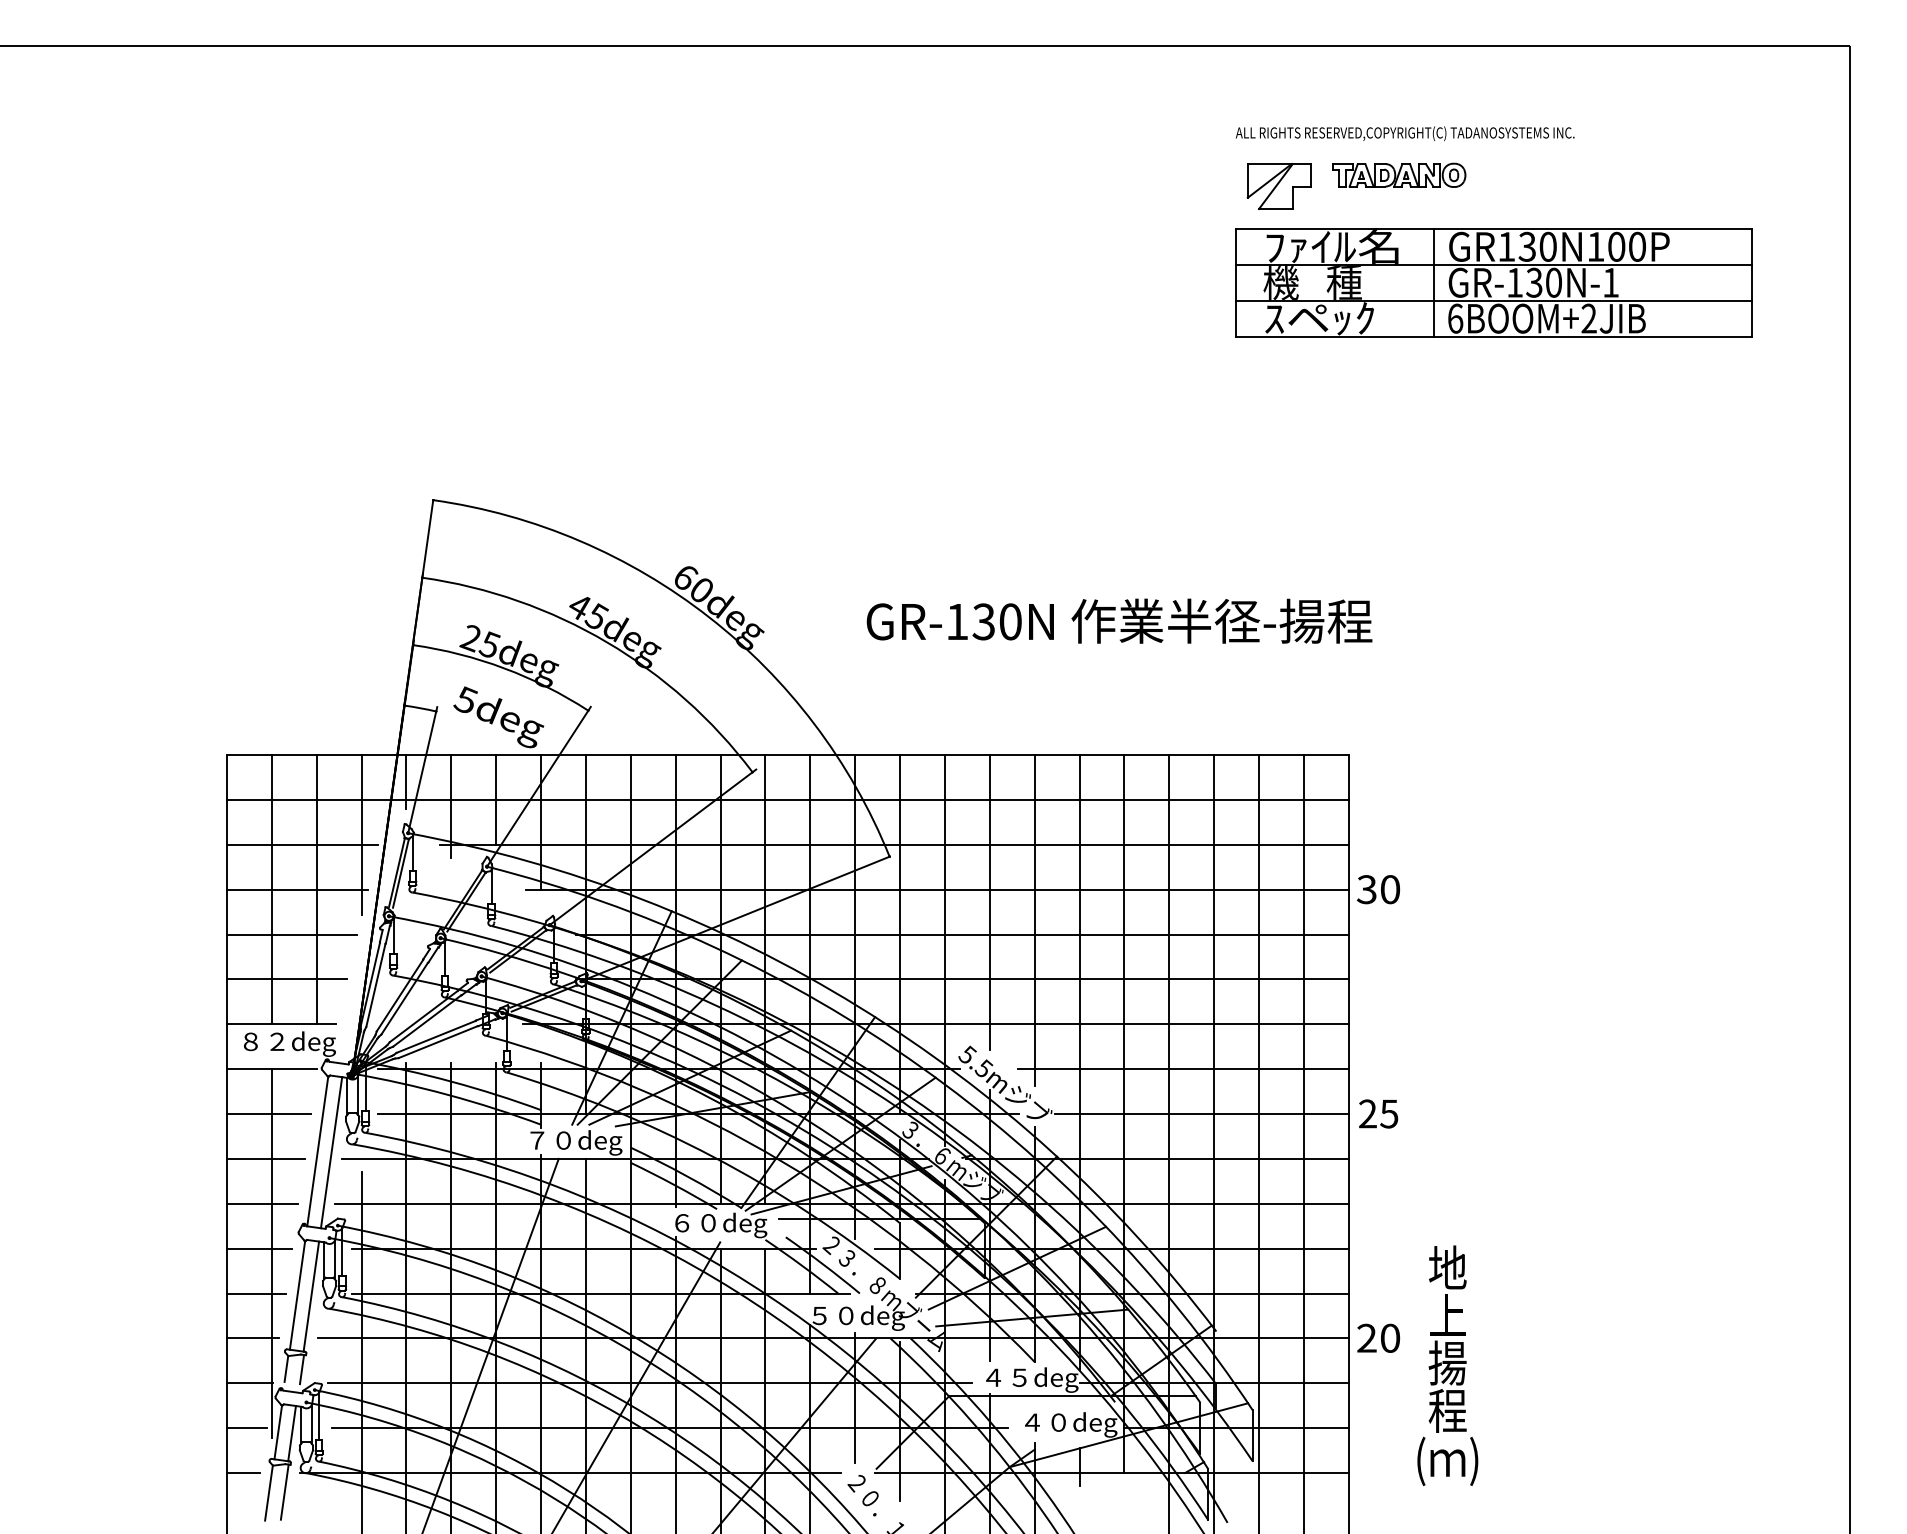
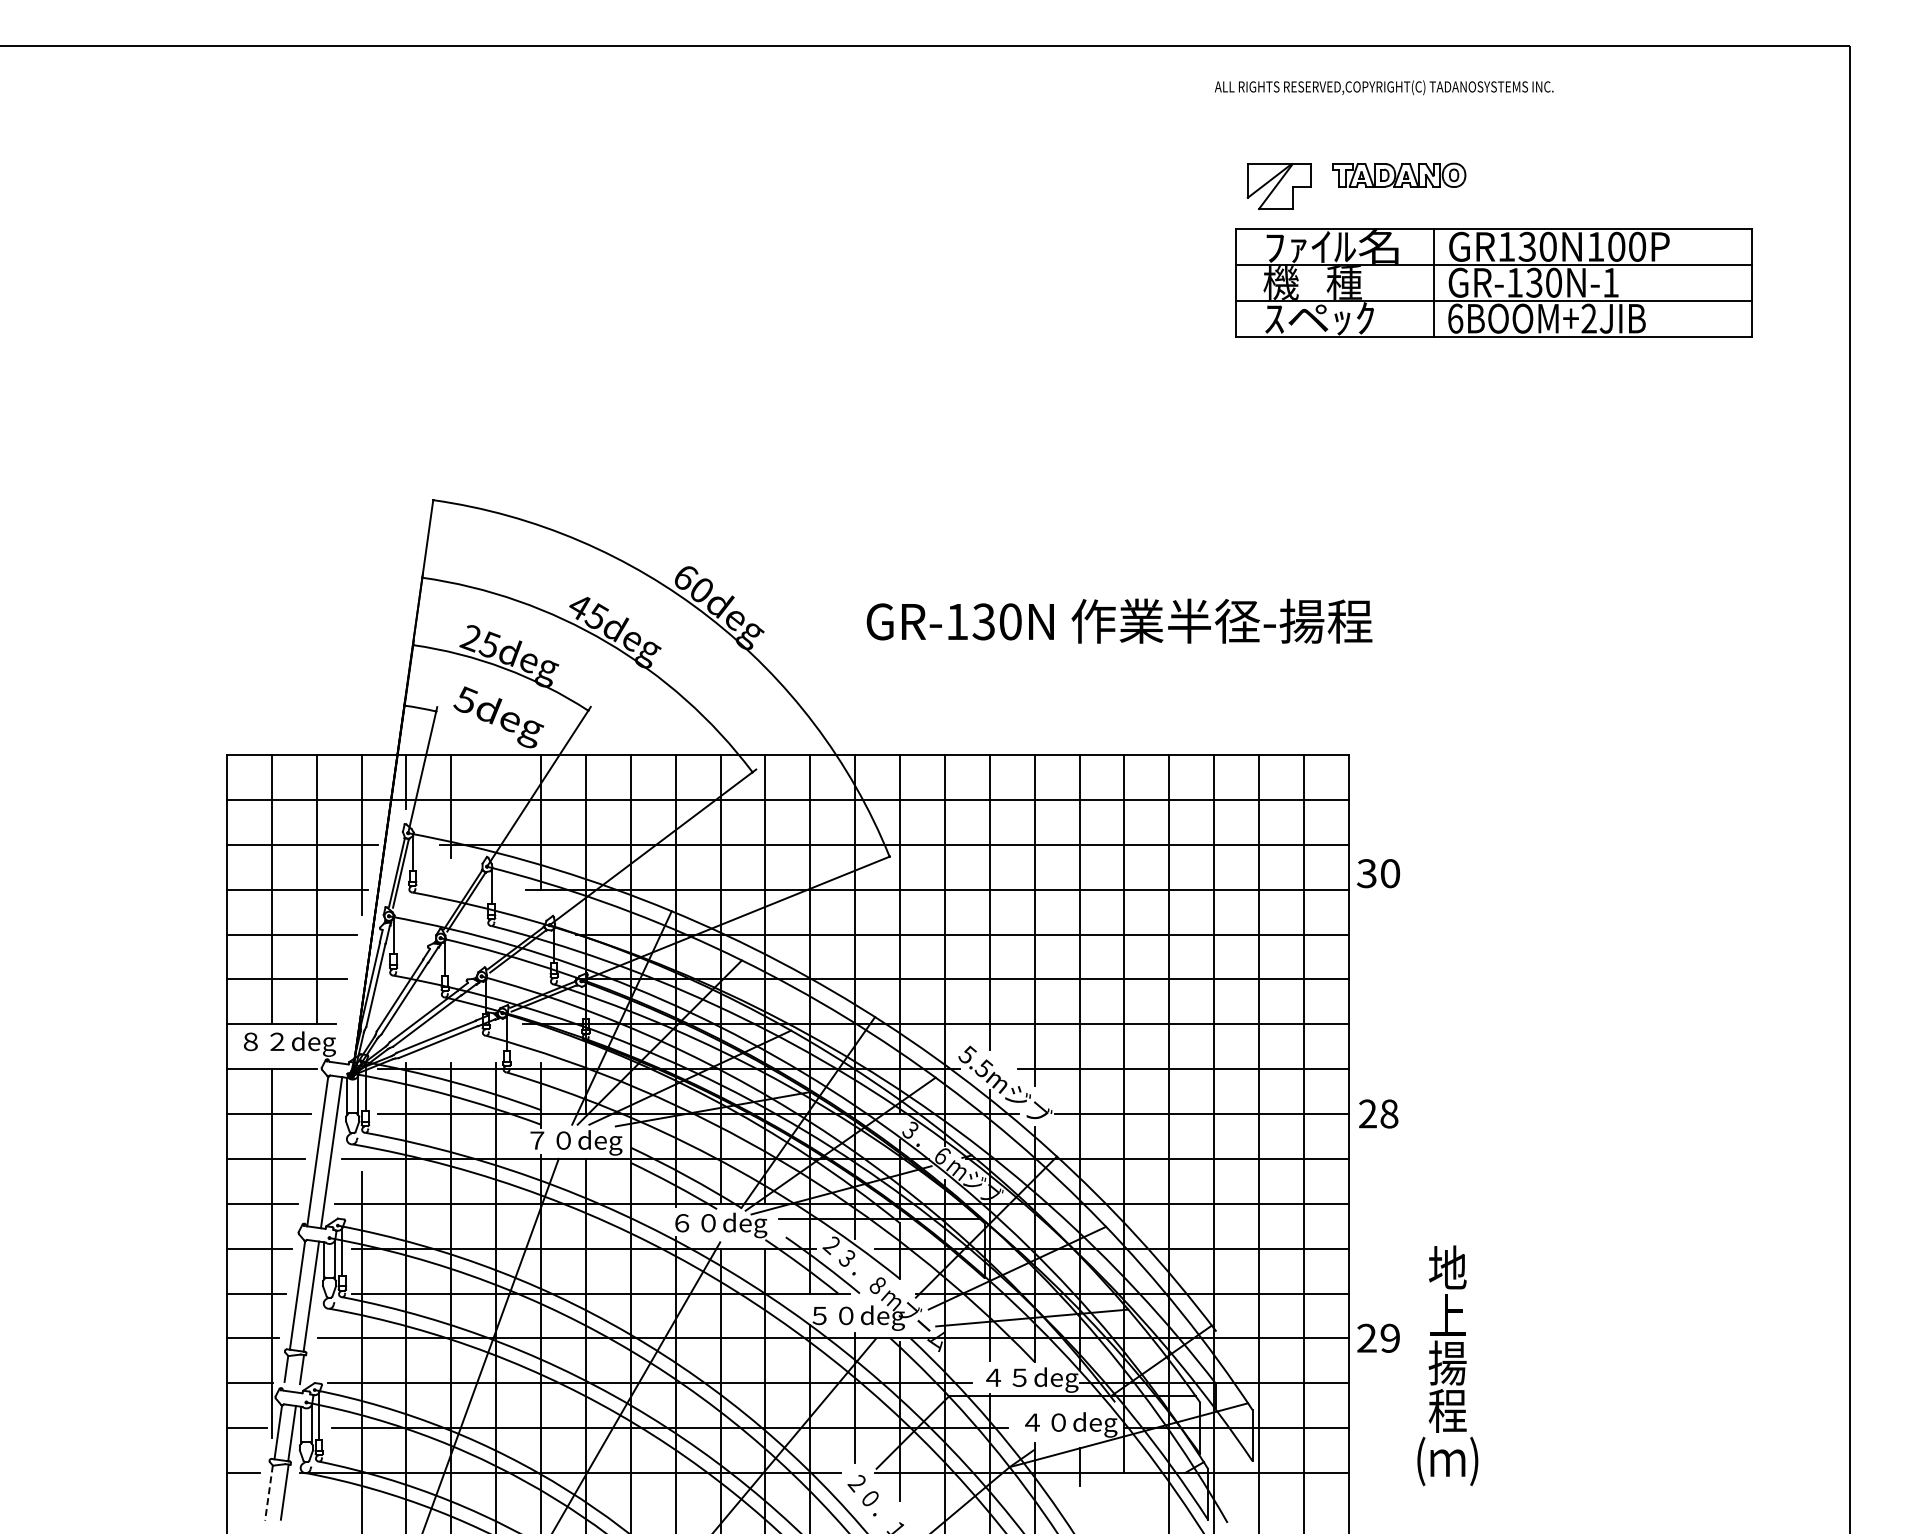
text at (1405, 133) position: (1405, 133) -> (1384, 87)
line at (496, 799): present -> none
text at (1378, 889) position: (1378, 889) -> (1378, 873)
text at (1389, 1113): 25 -> 28
text at (1390, 1337): 20 -> 29
line at (268, 1493): solid -> dashed
